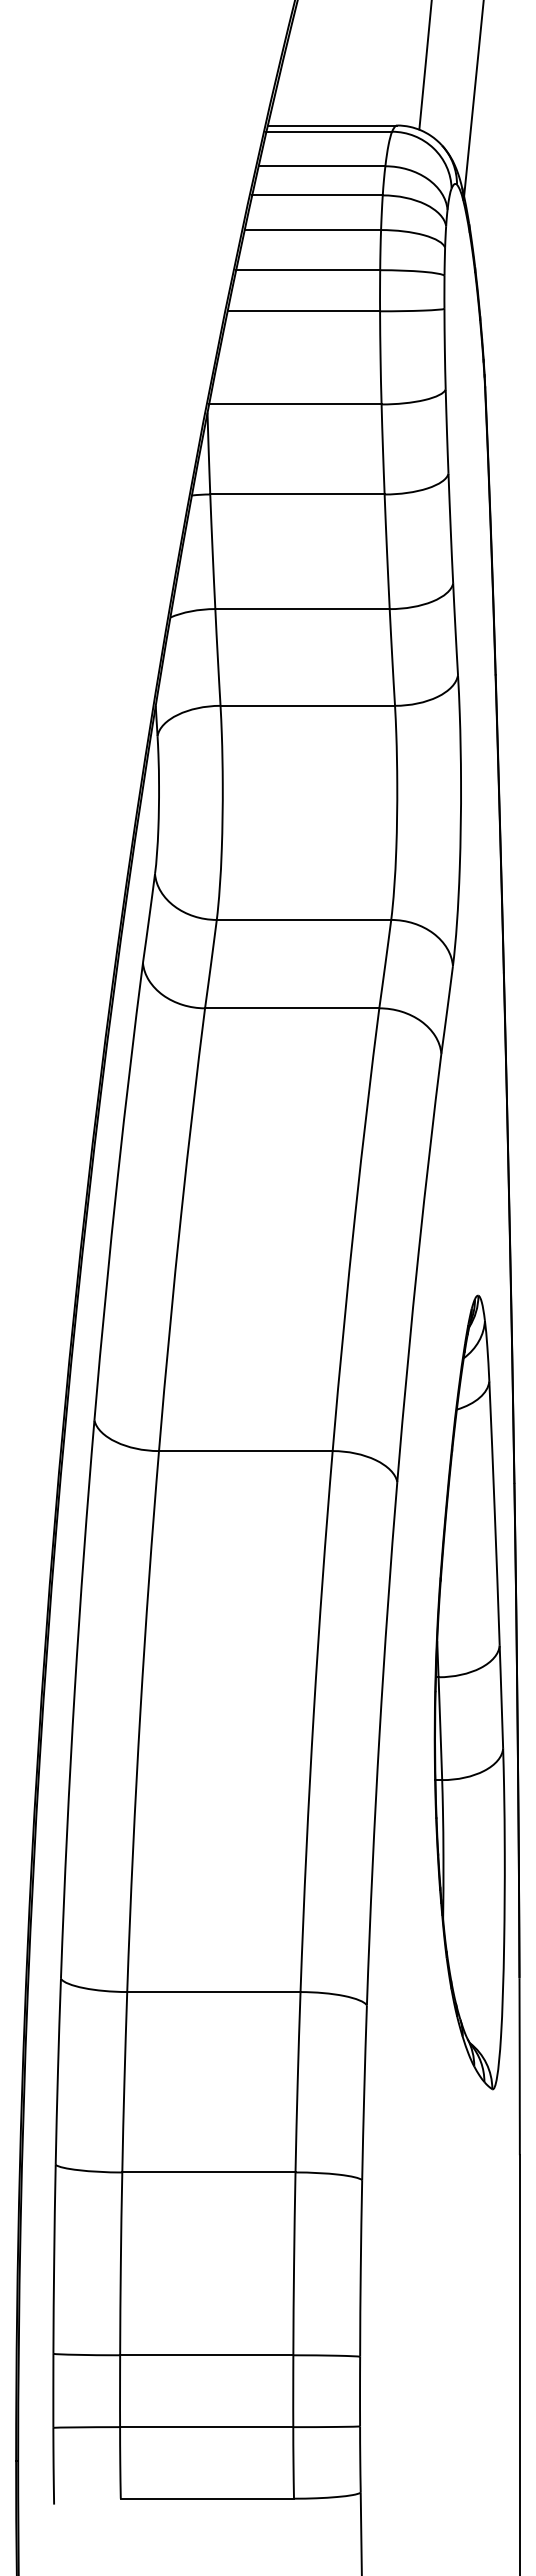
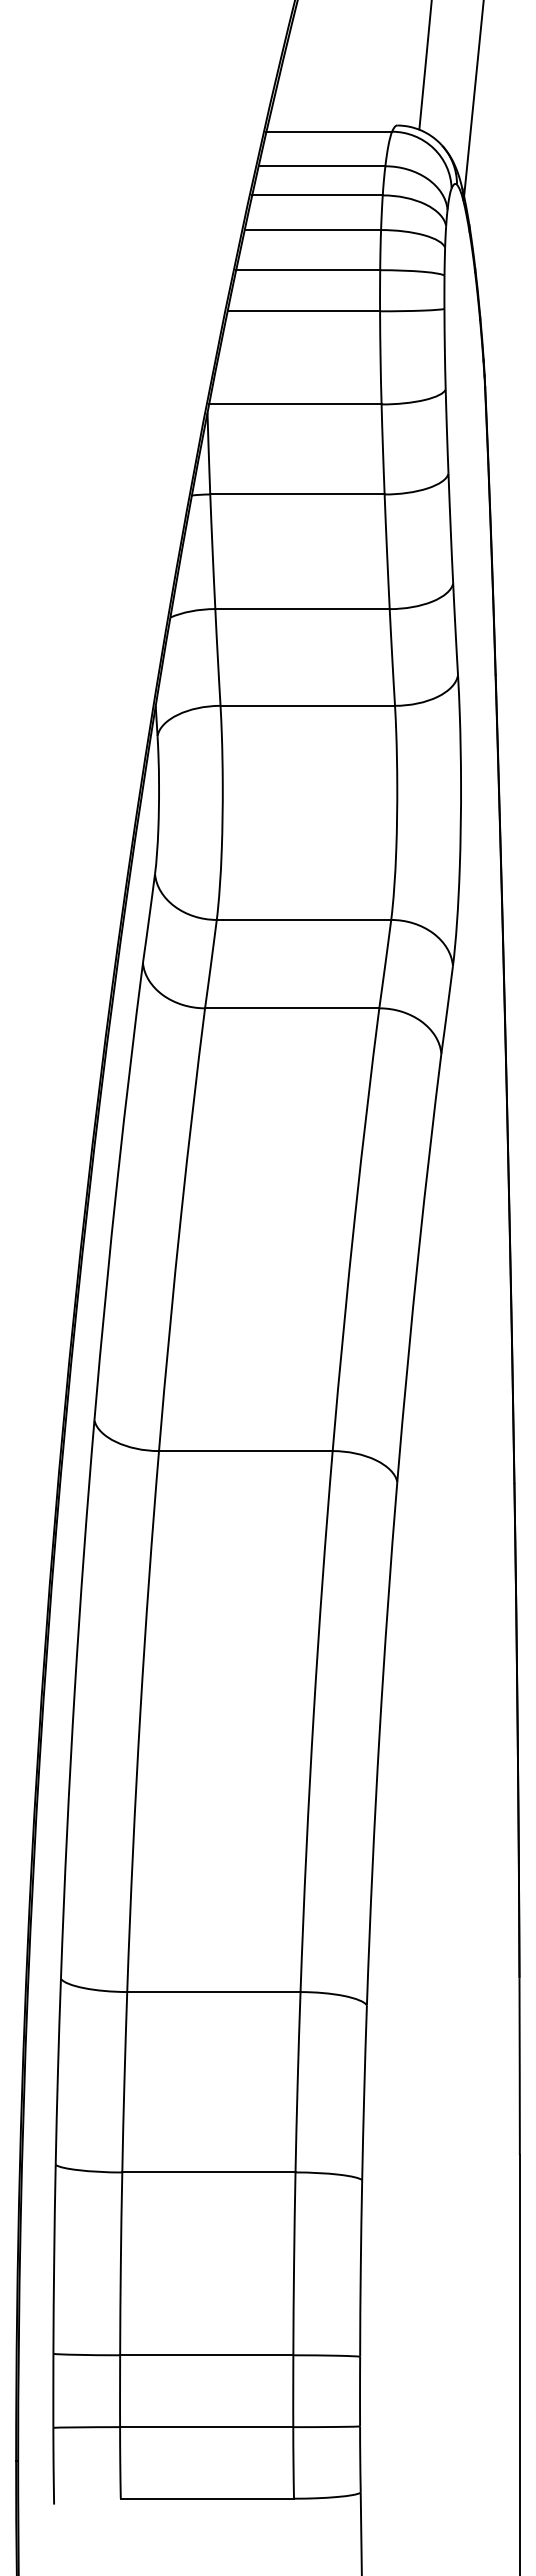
line at (332, 125): present -> none
part at (469, 1692): present -> none
